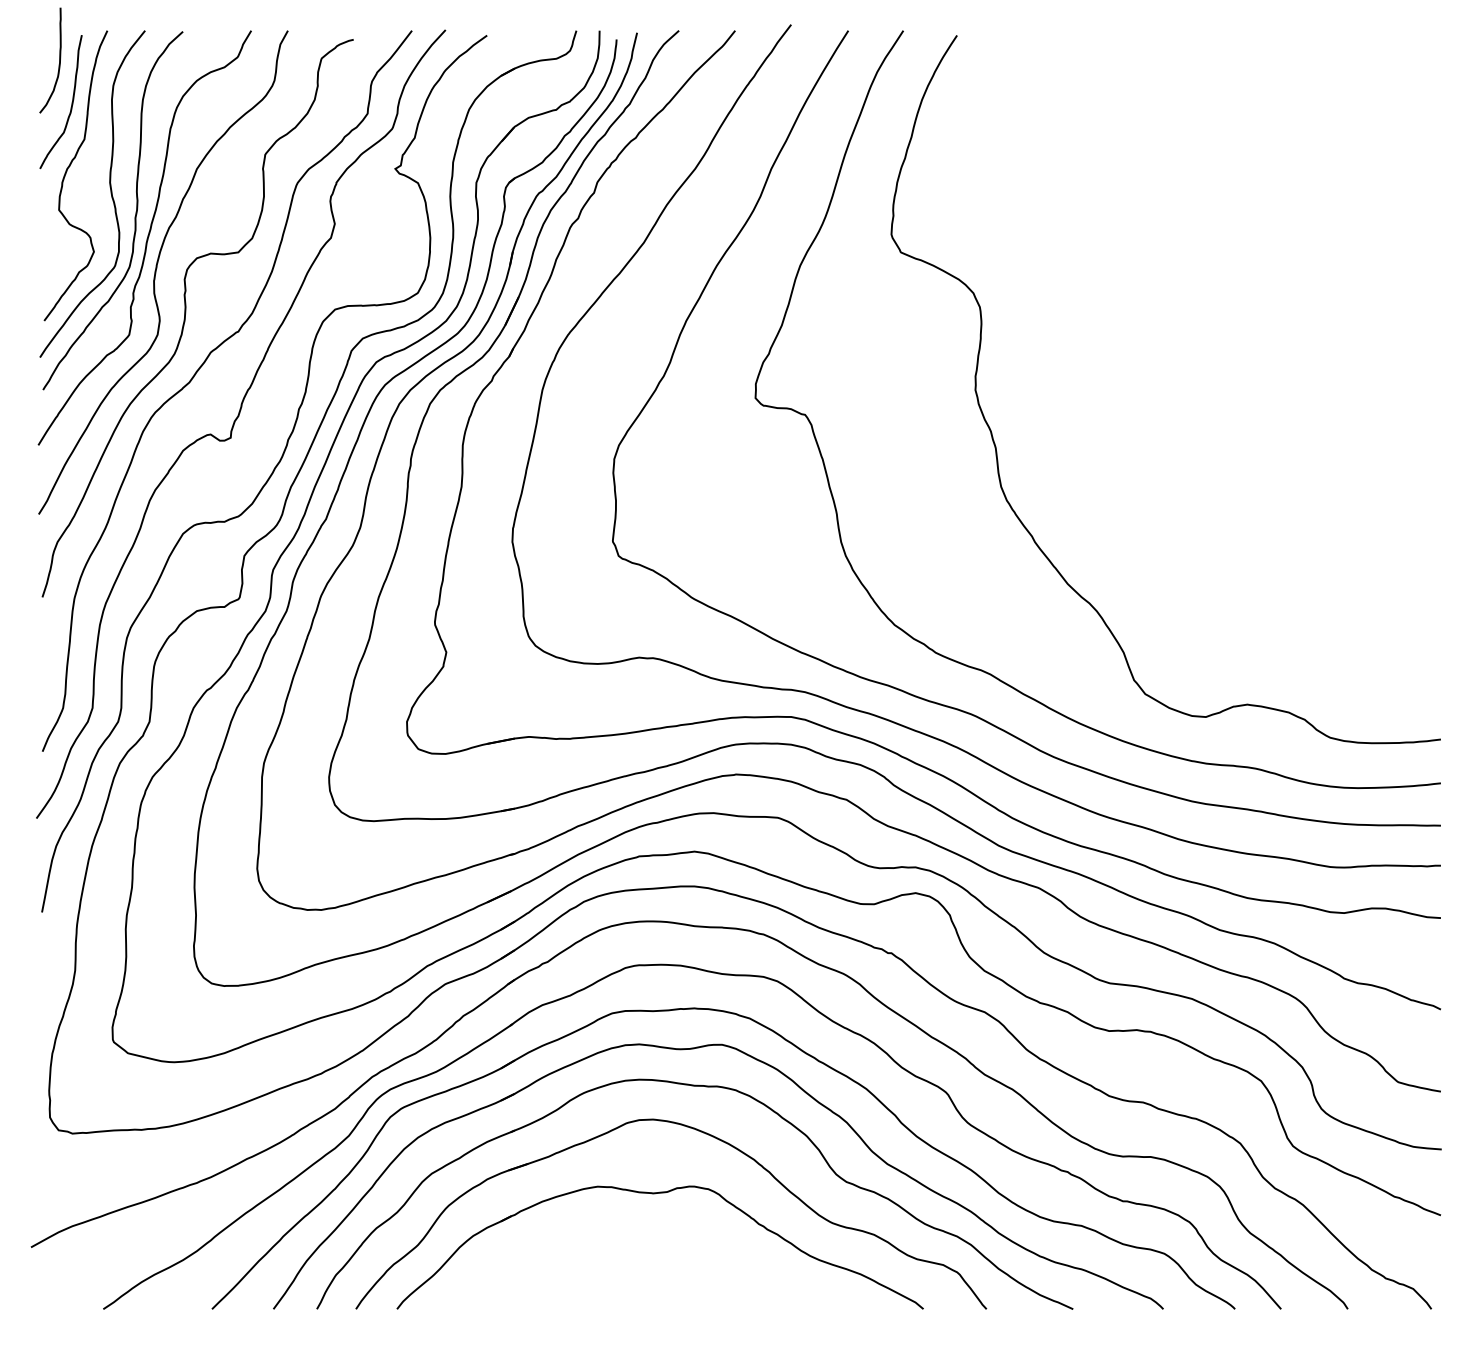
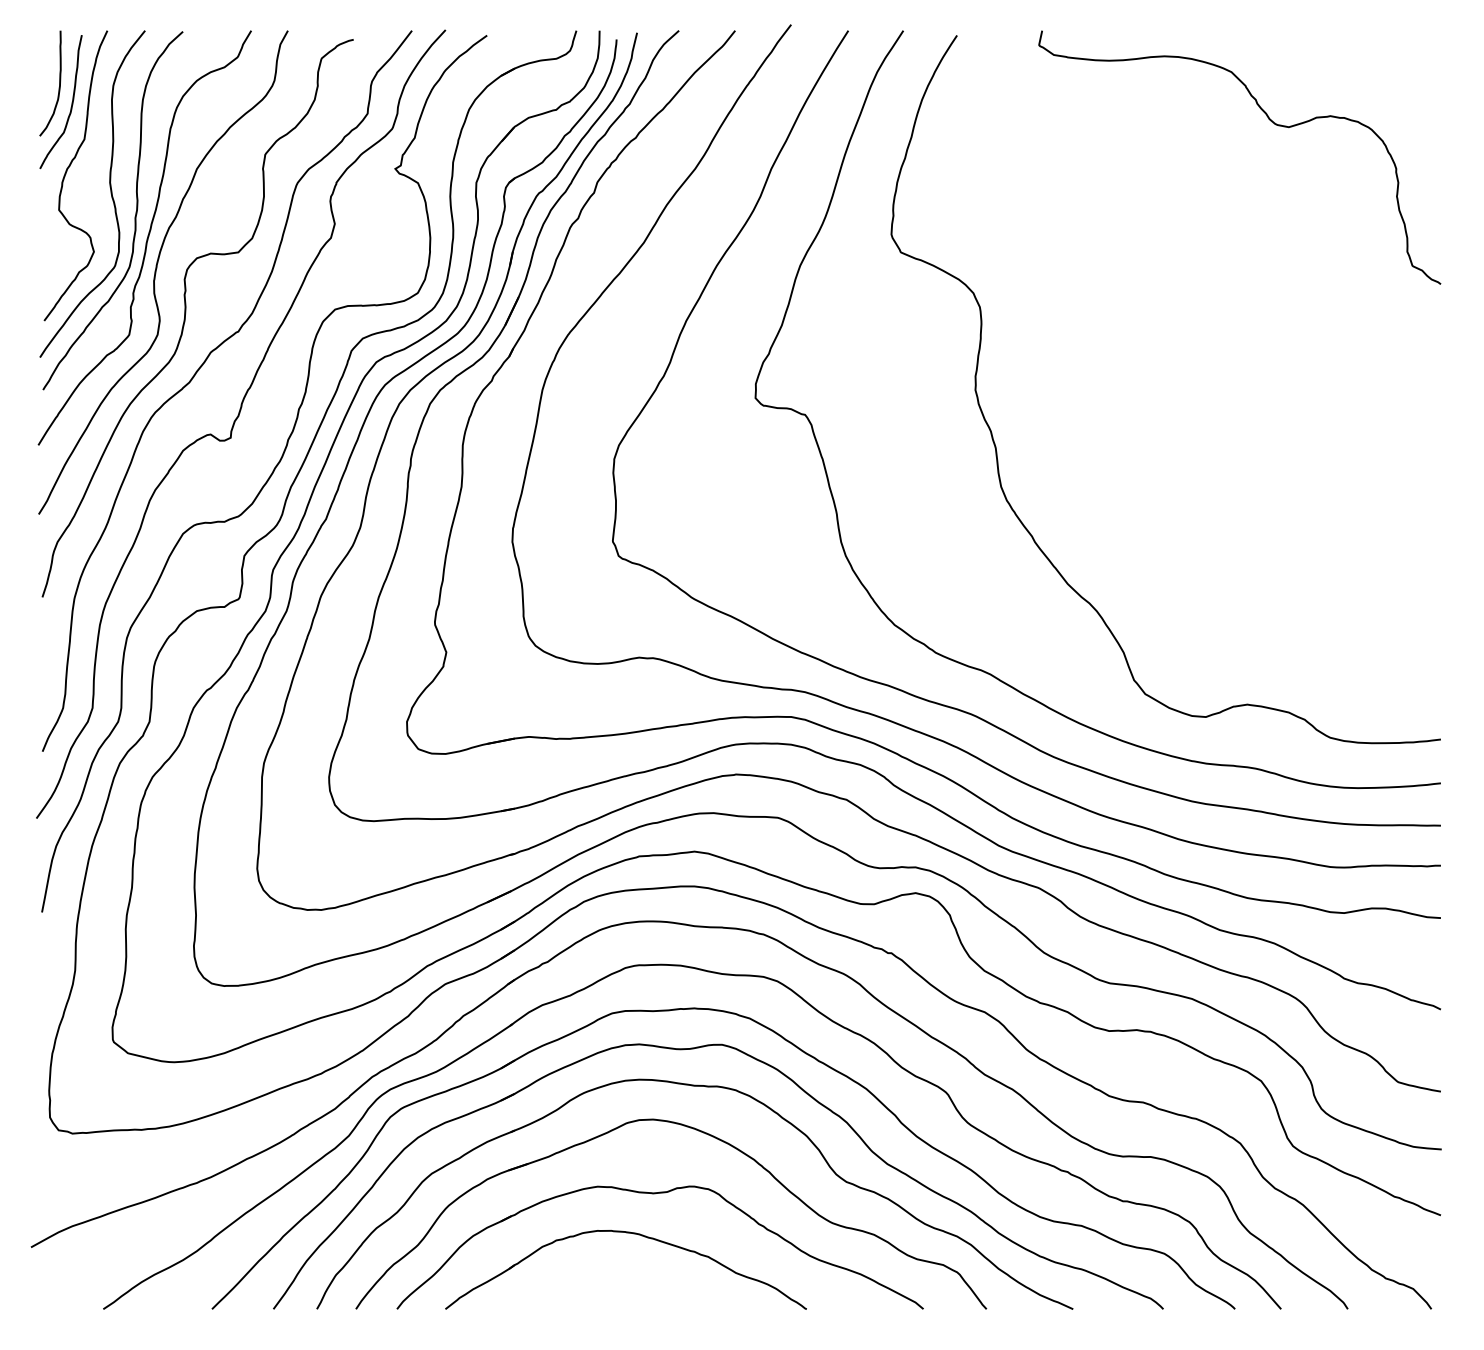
curve at (58, 64) position: (58, 64) -> (58, 87)
curve at (1271, 122): none -> present
part at (633, 1234): none -> present
